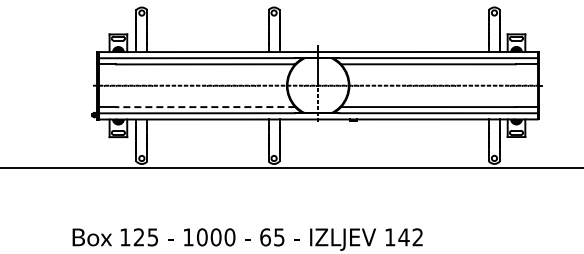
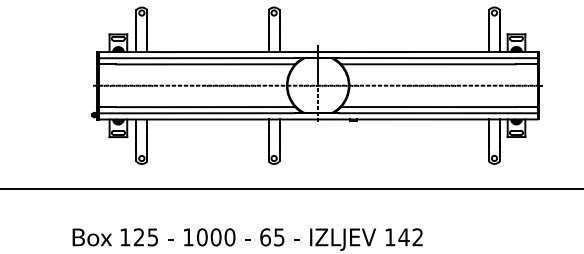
line at (205, 107): dashed -> solid
line at (291, 168) position: (291, 168) -> (291, 189)
